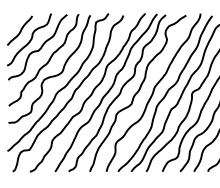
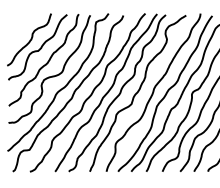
curve at (20, 30): present -> none
